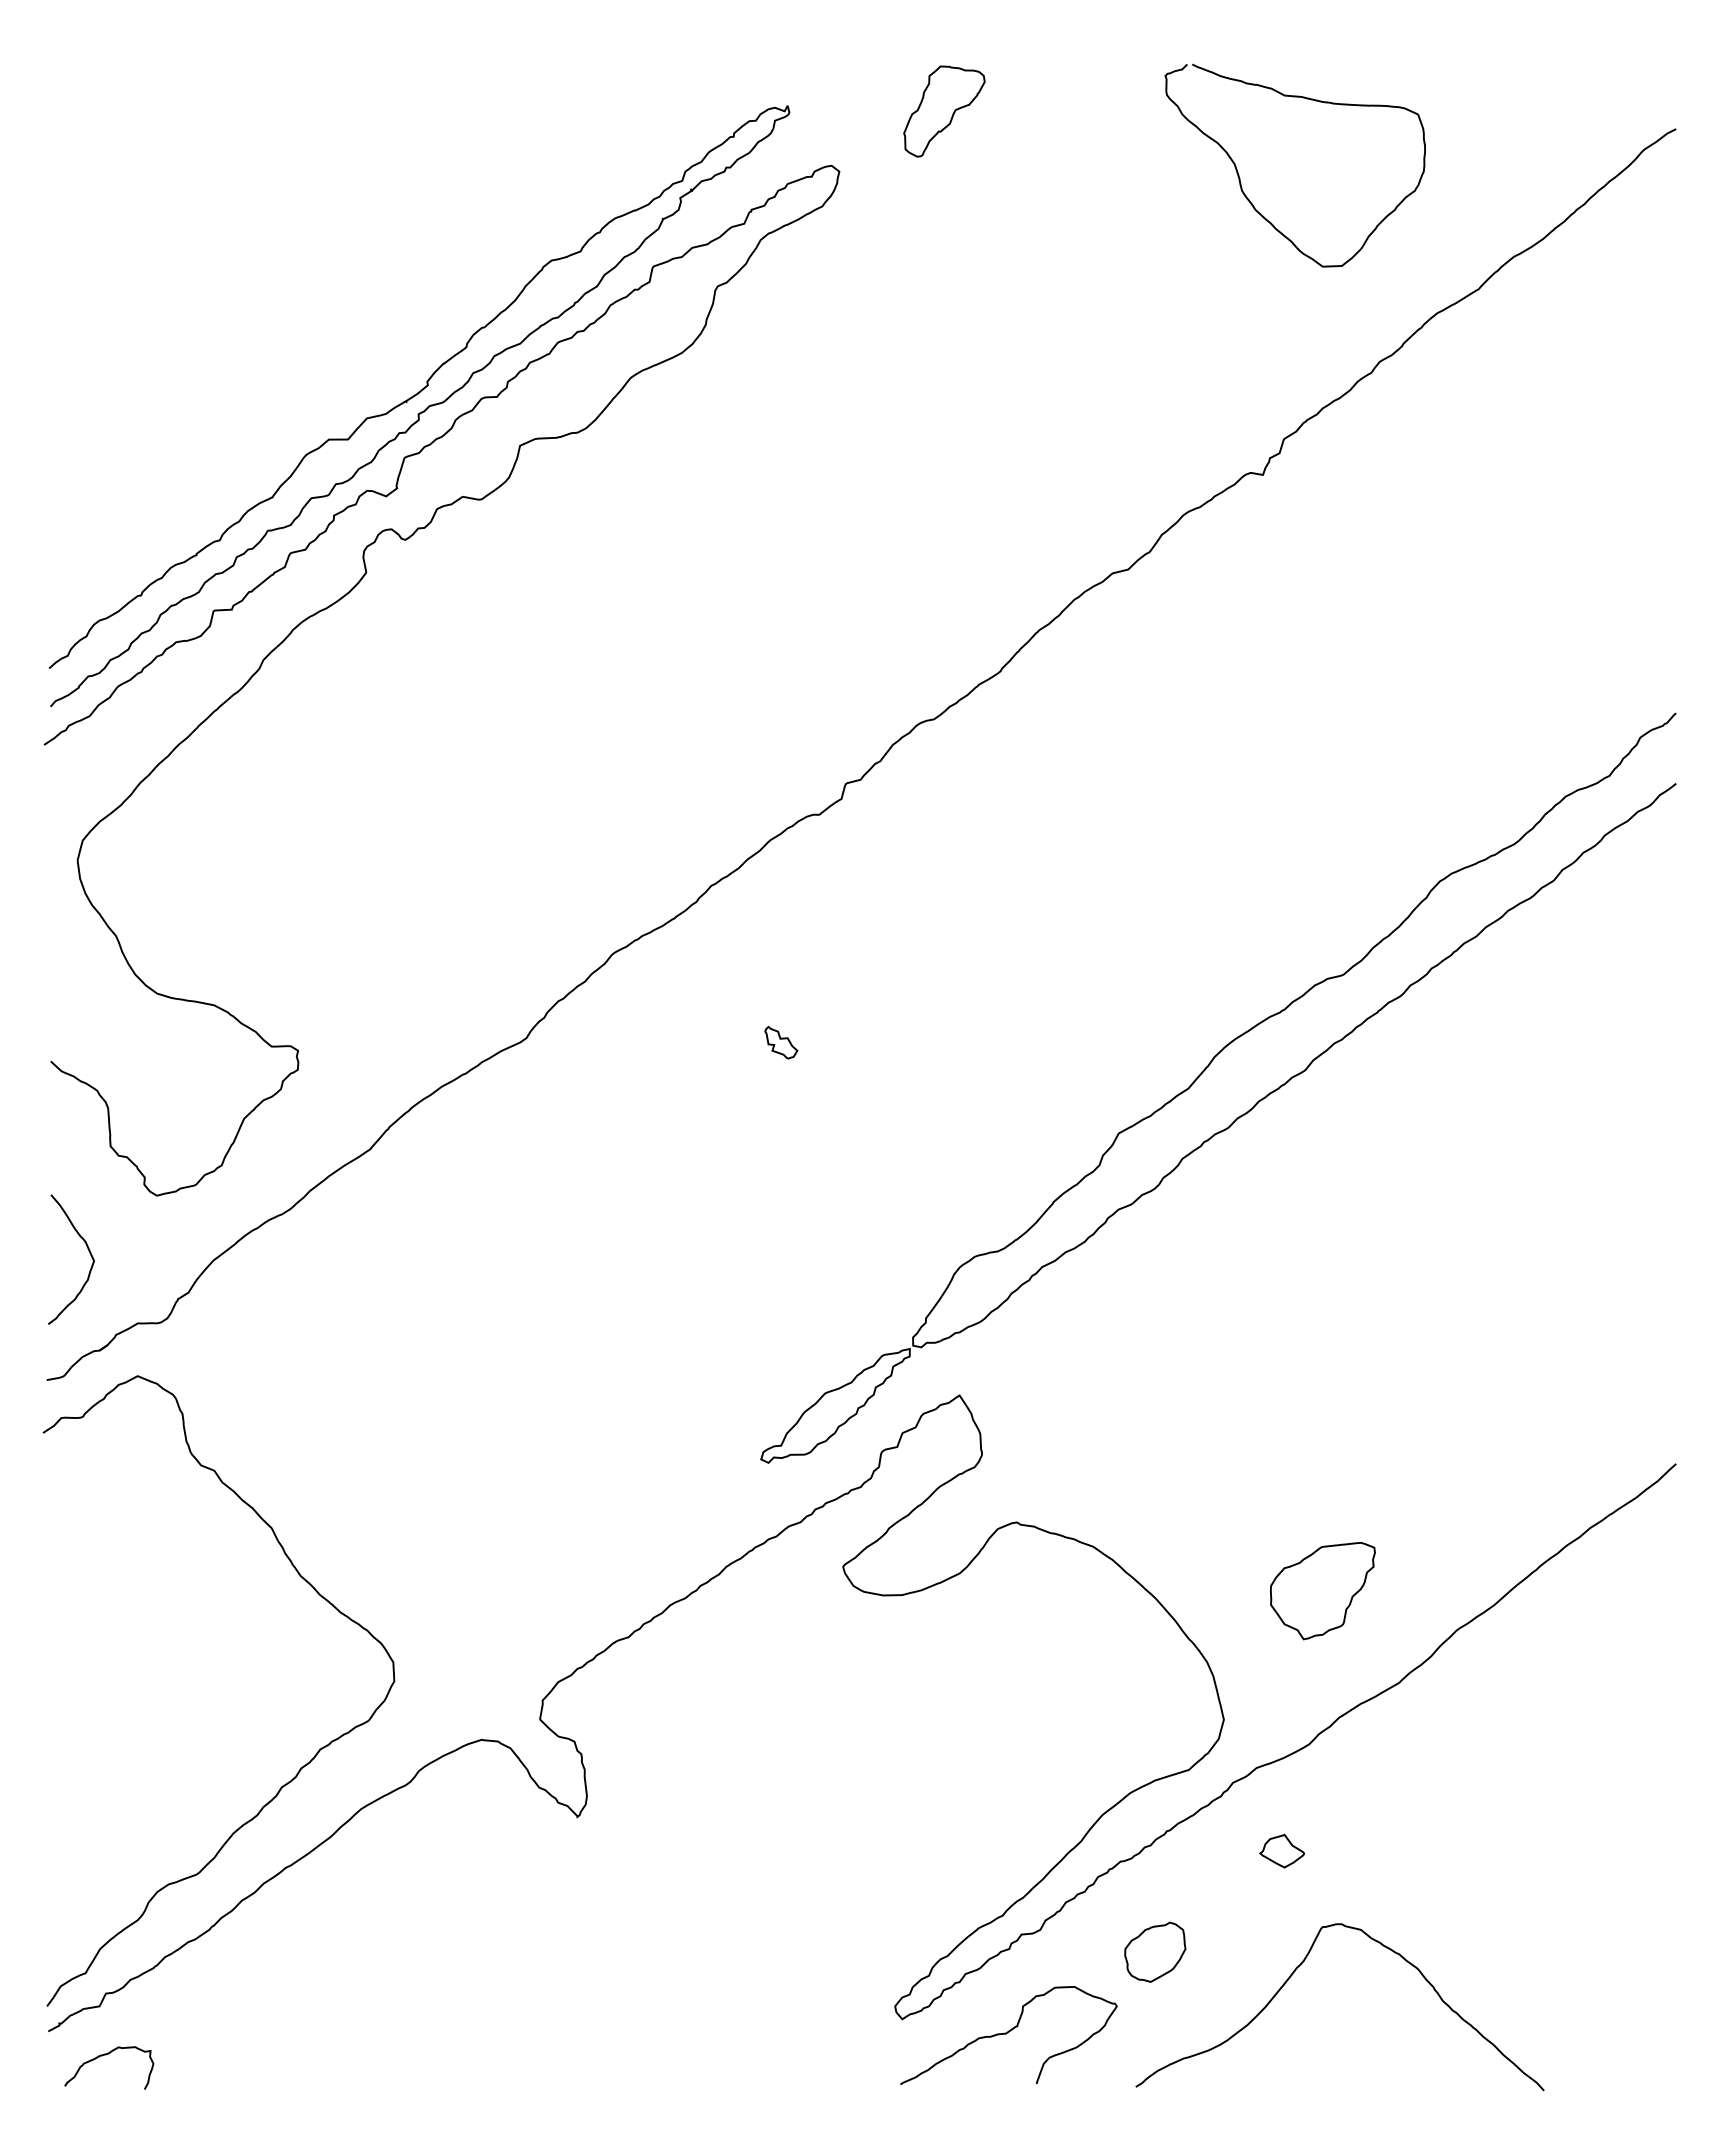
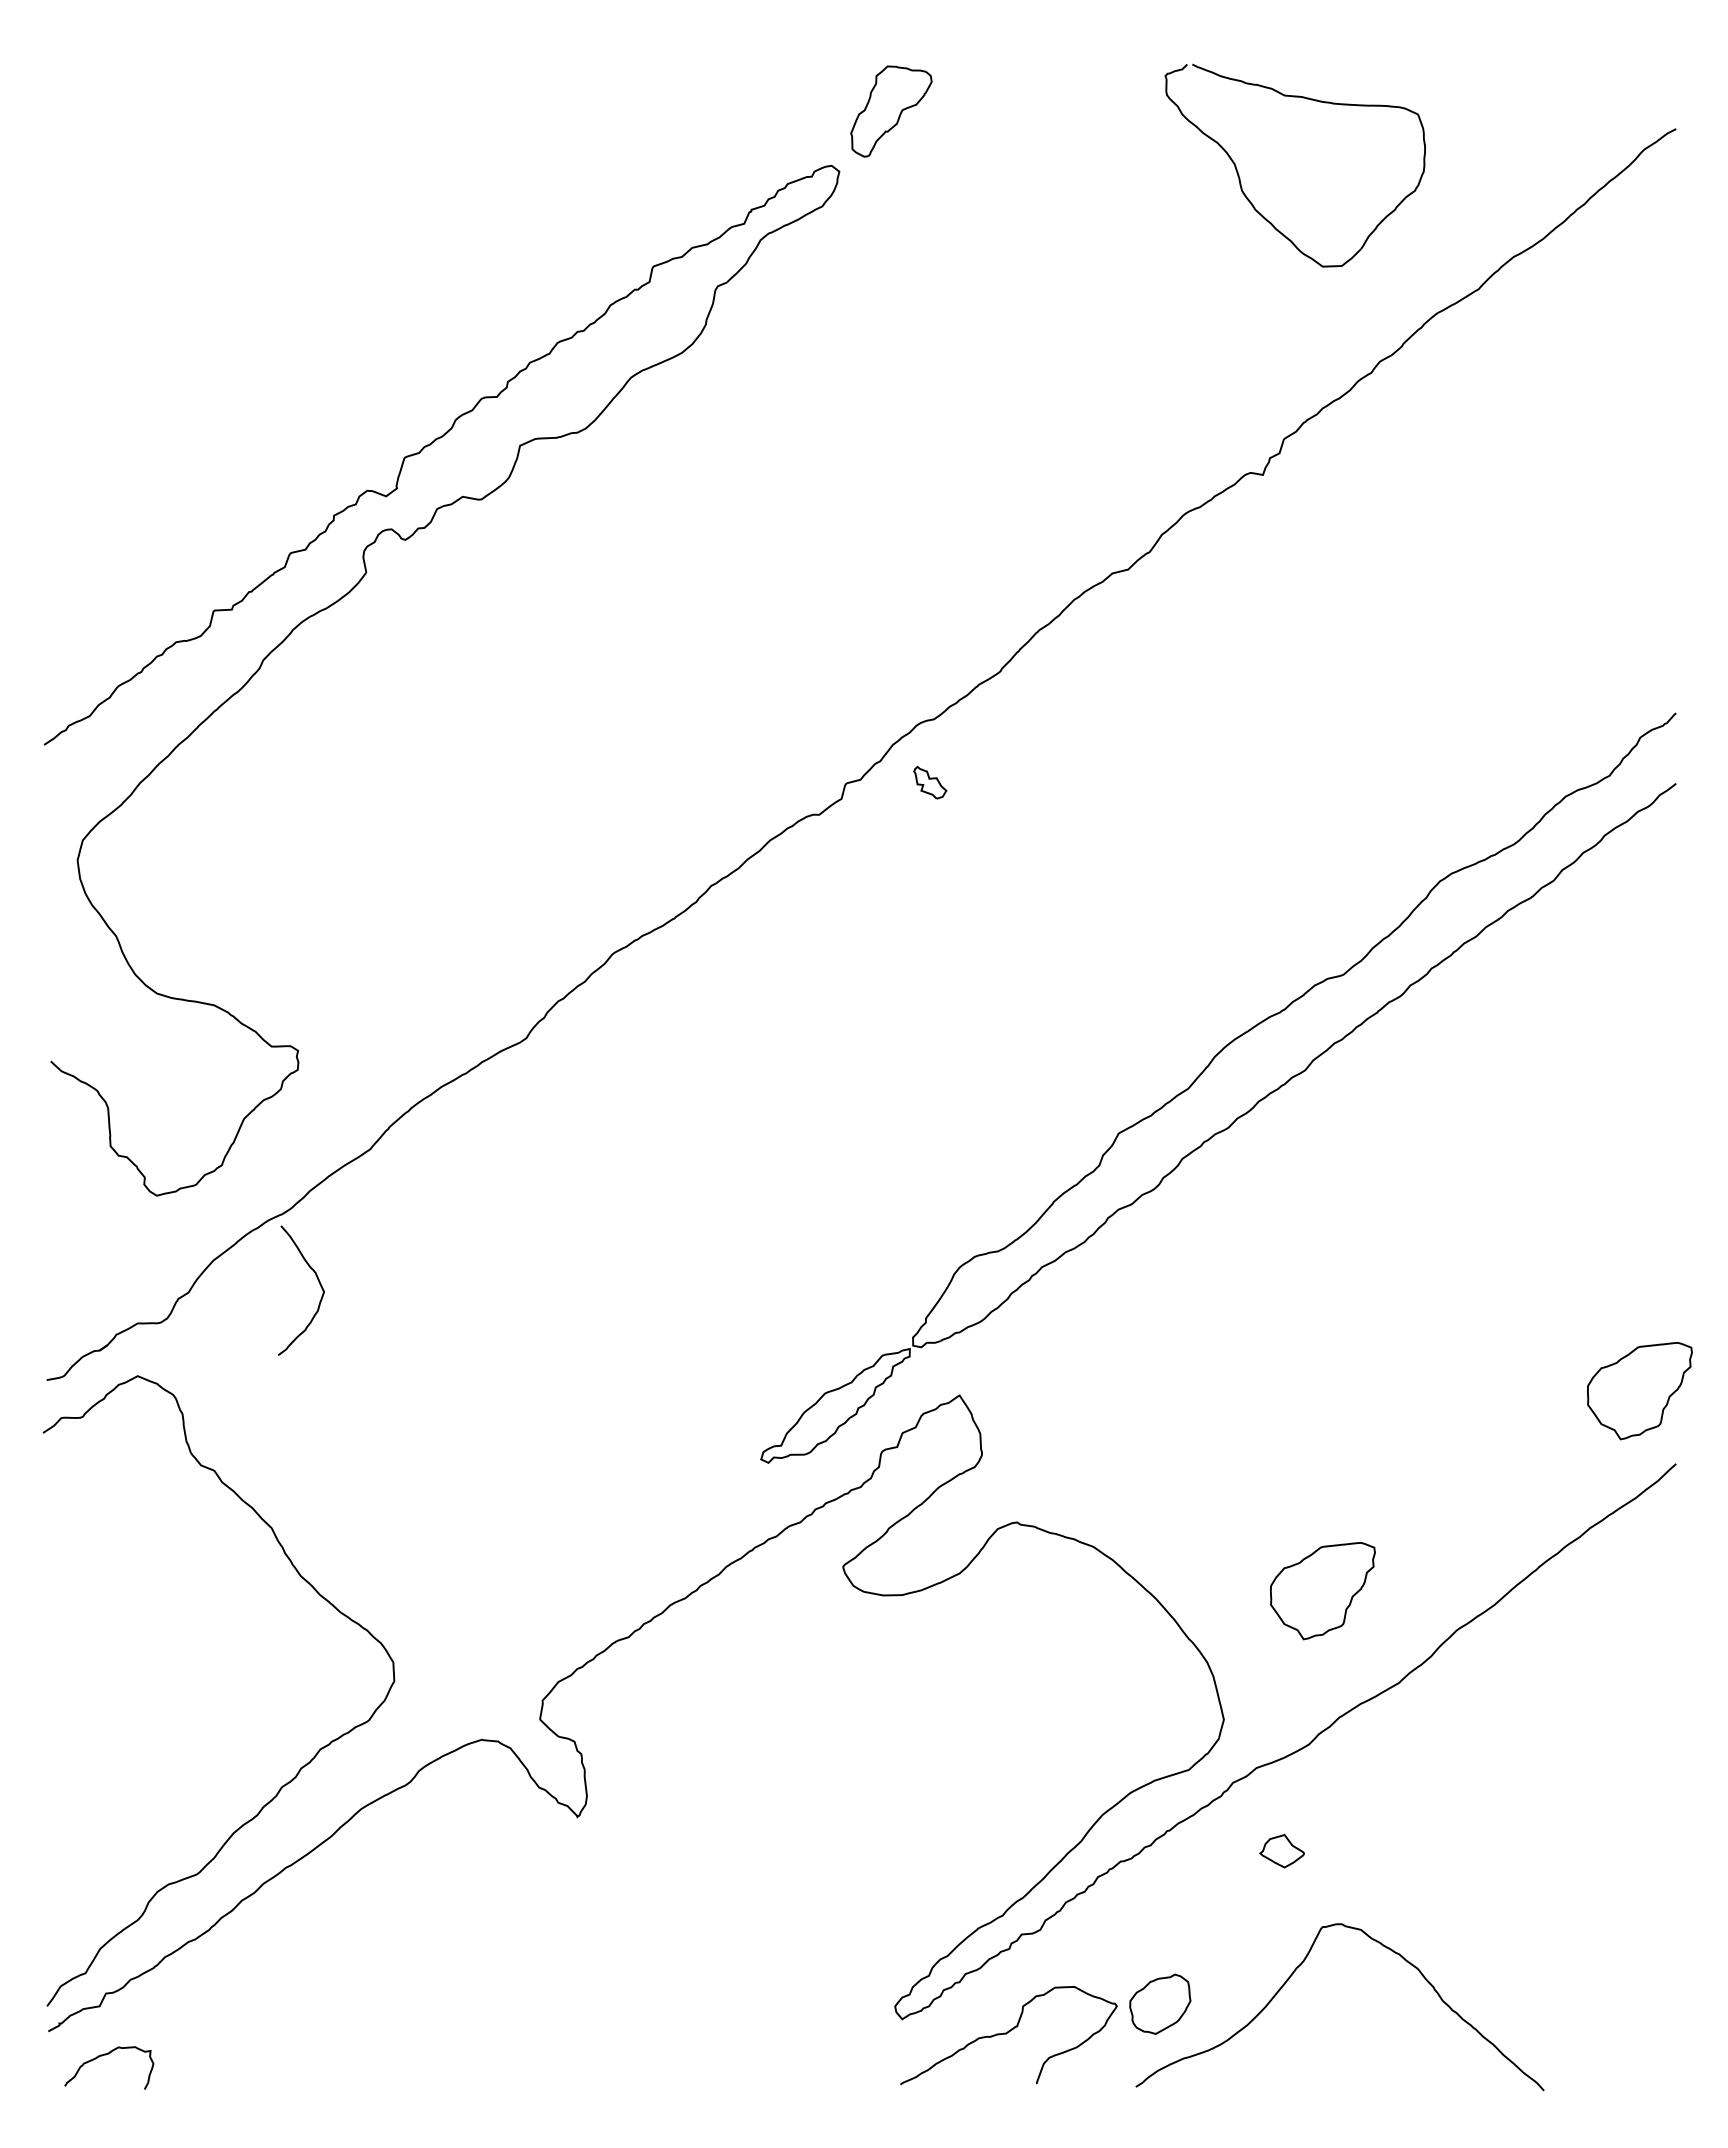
part at (944, 111) position: (944, 111) -> (891, 111)
curve at (421, 411): present -> none
part at (781, 1042) position: (781, 1042) -> (930, 782)
curve at (88, 1251) position: (88, 1251) -> (318, 1282)
part at (1639, 1391): none -> present
part at (1155, 1951) position: (1155, 1951) -> (1160, 2003)
